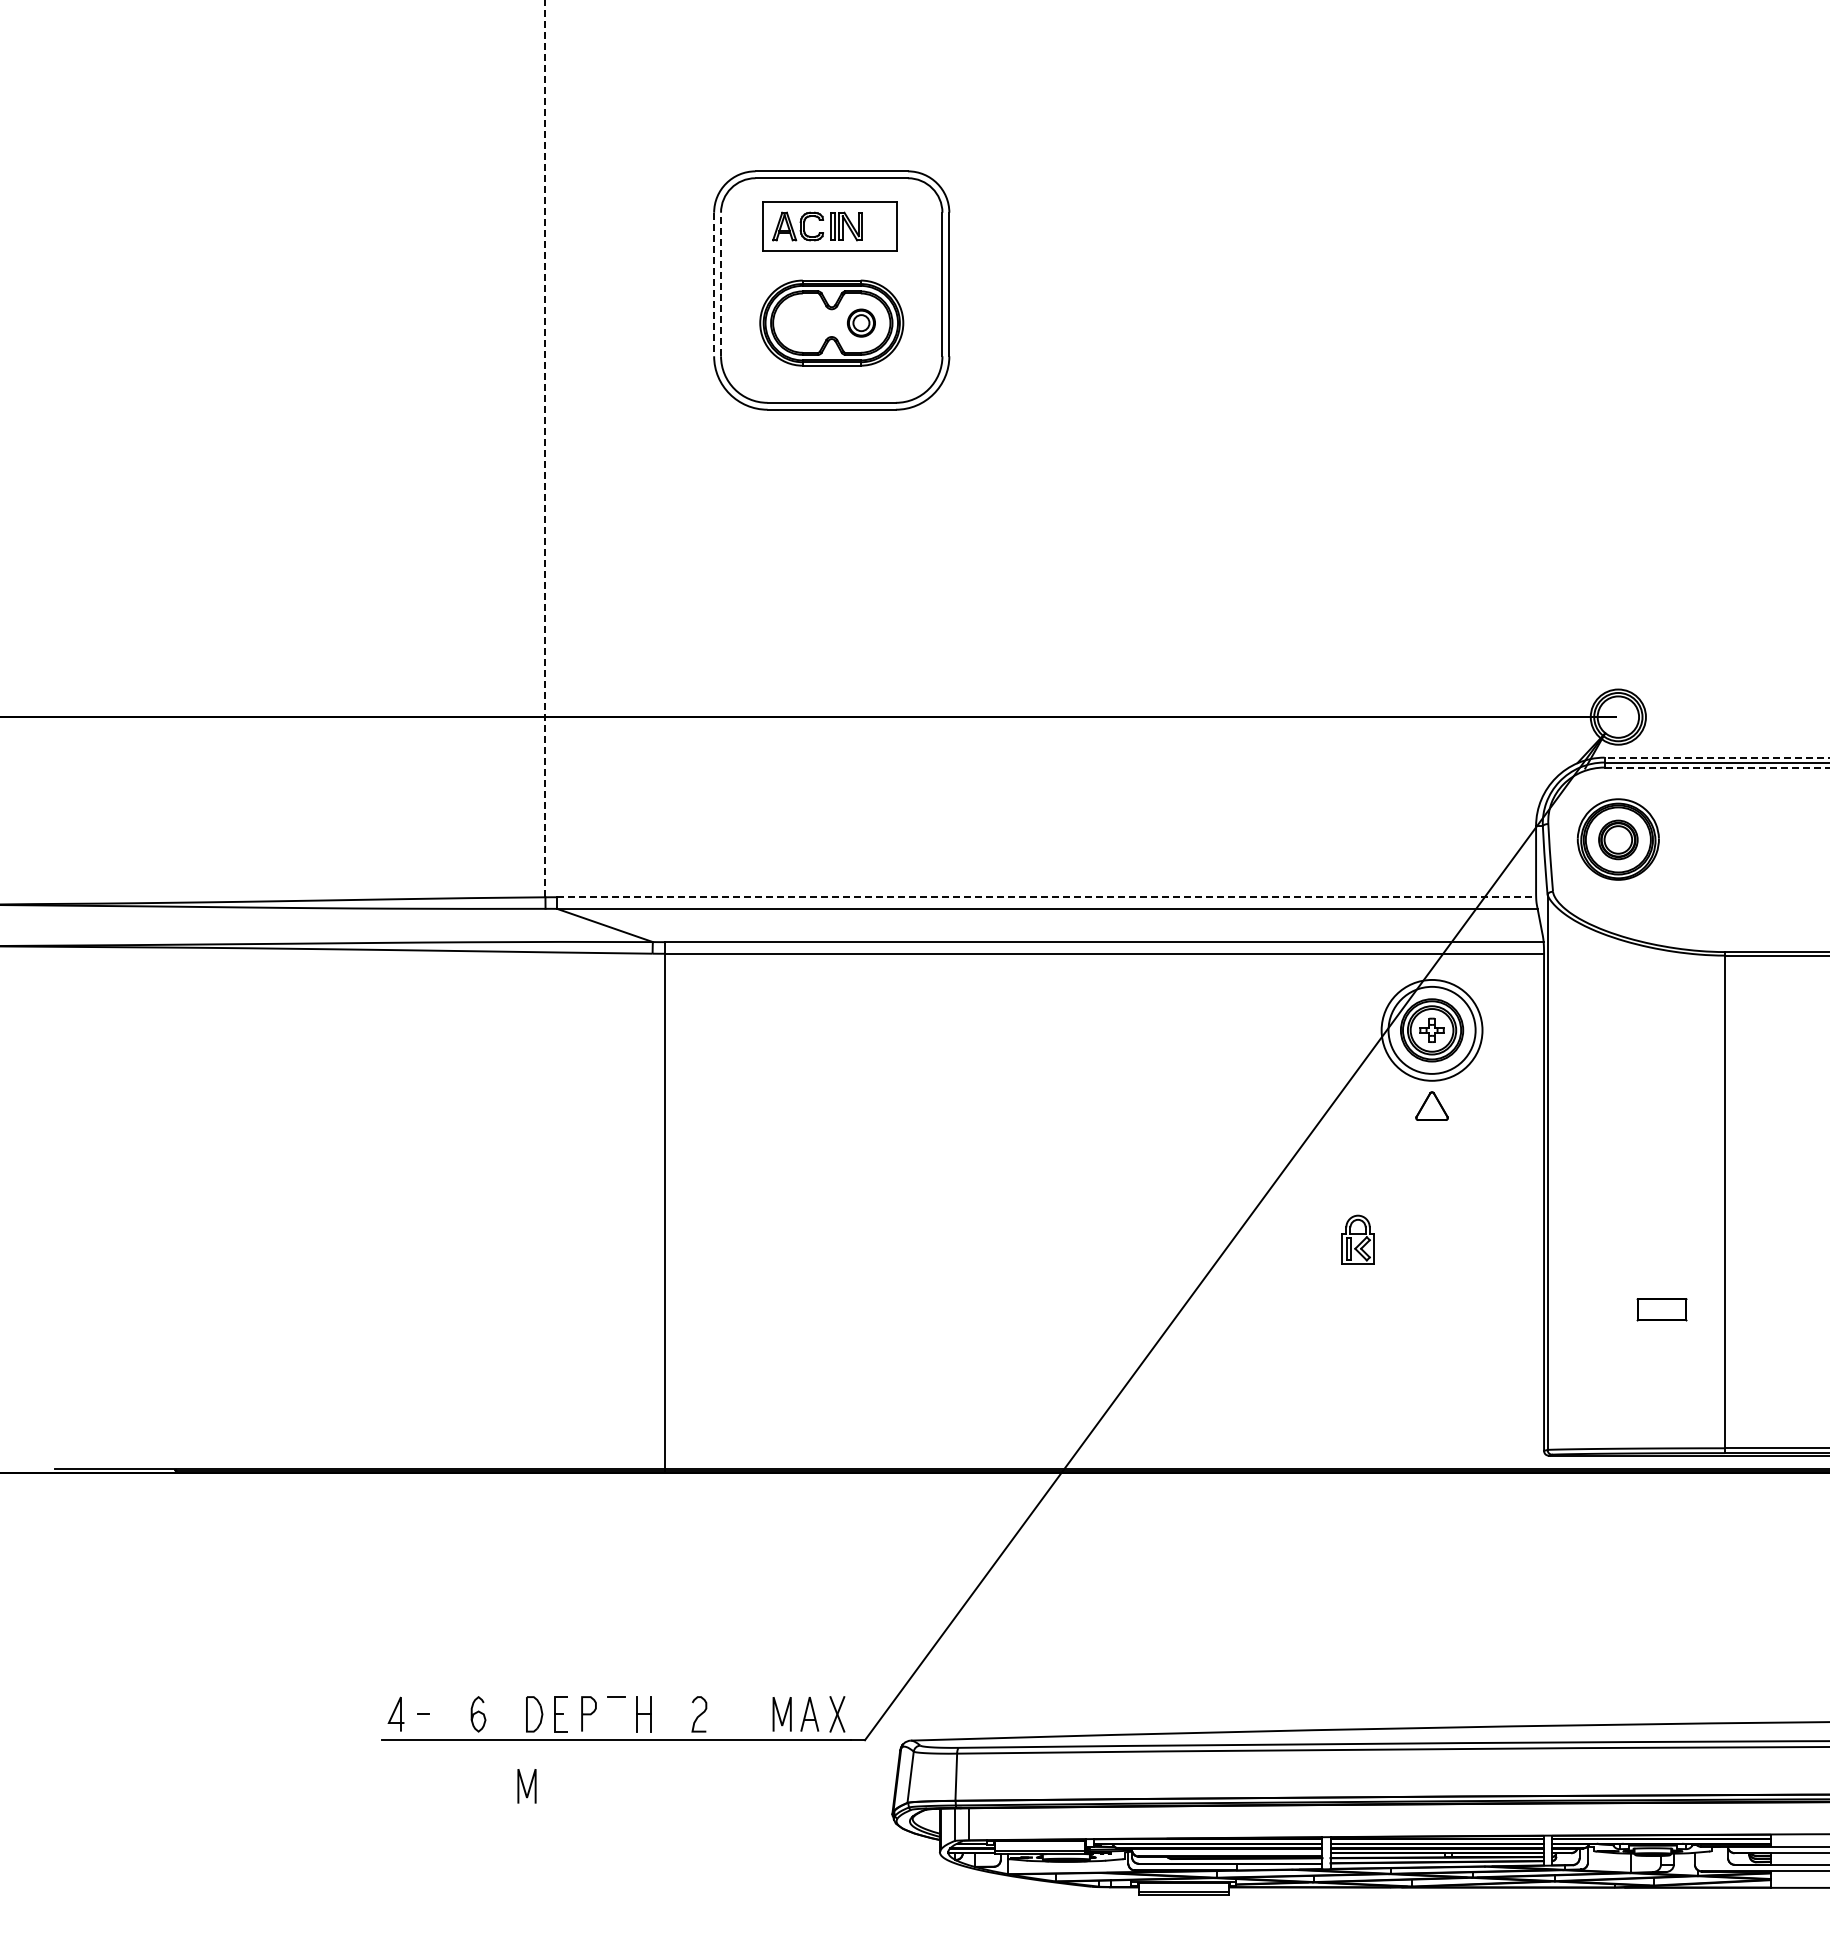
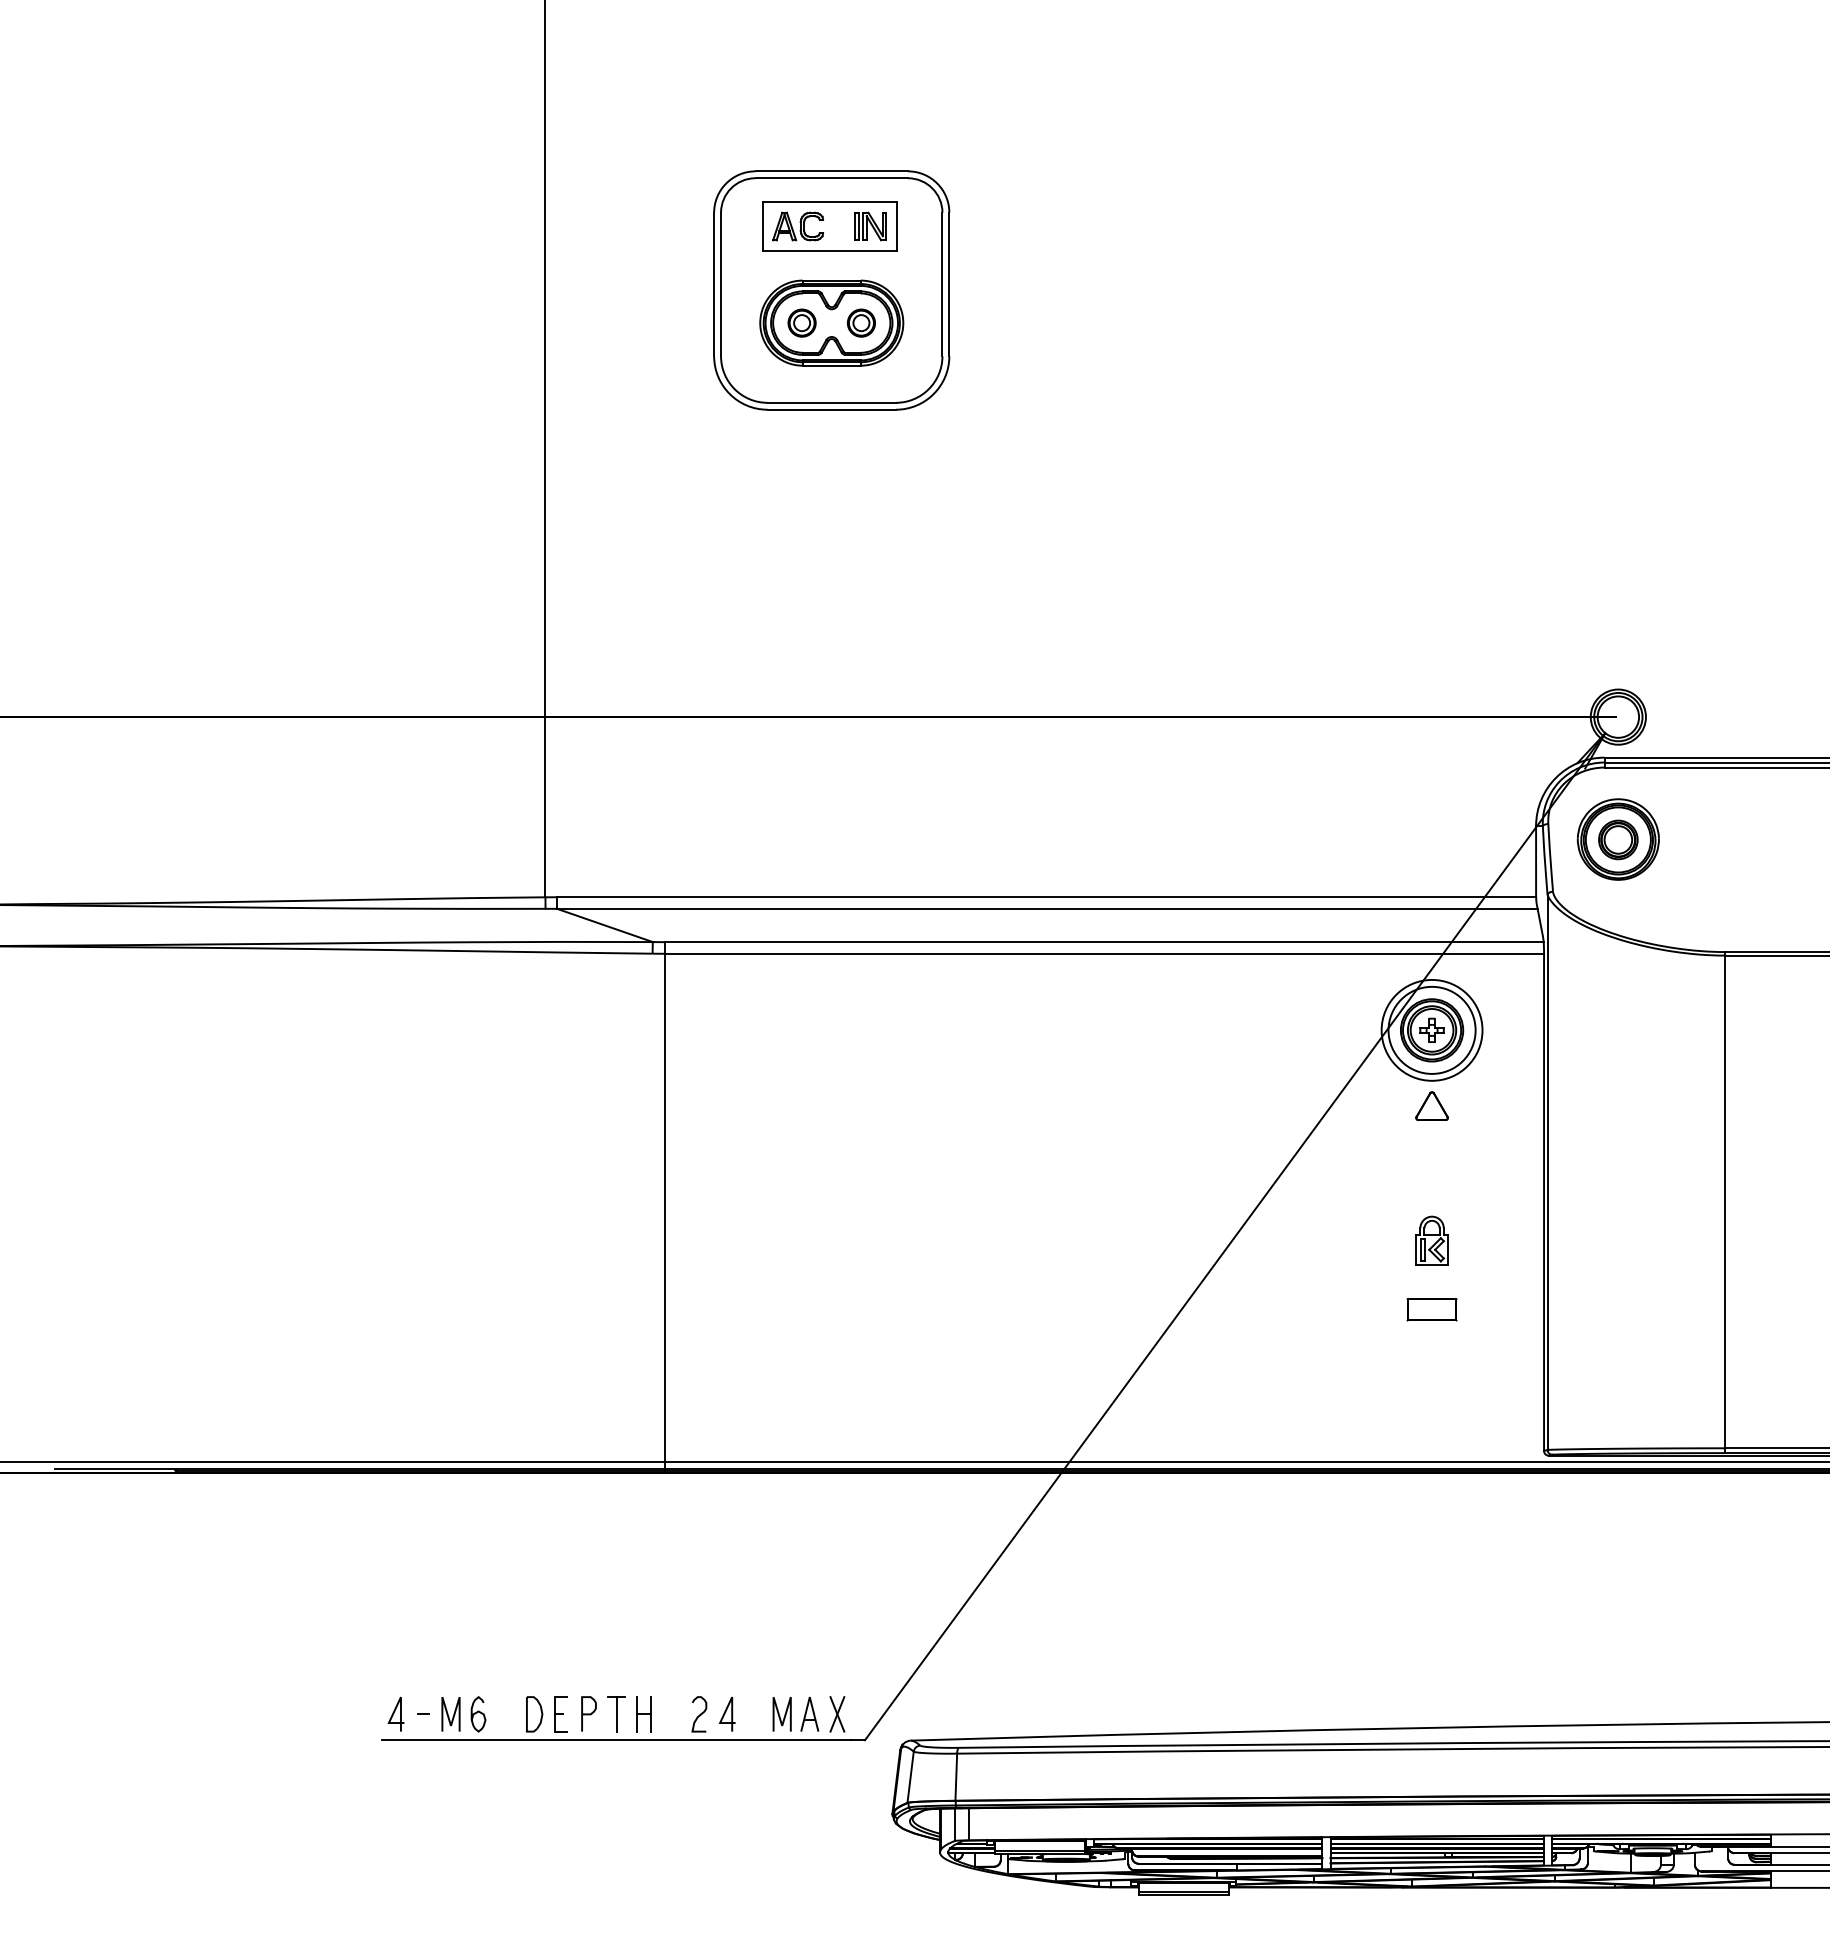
part at (846, 226) position: (846, 226) -> (870, 226)
line at (714, 284): dashed -> solid
line at (721, 284): dashed -> solid
part at (801, 322): none -> present
line at (545, 448): dashed -> solid
line at (1716, 757): dashed -> solid
line at (1717, 767): dashed -> solid
line at (1047, 897): dashed -> solid
part at (1357, 1239) position: (1357, 1239) -> (1431, 1240)
part at (1661, 1309) position: (1661, 1309) -> (1431, 1309)
line at (914, 1462): none -> present
line at (725, 1713): none -> present
line at (616, 1714): none -> present
line at (524, 1786) position: (524, 1786) -> (448, 1714)
